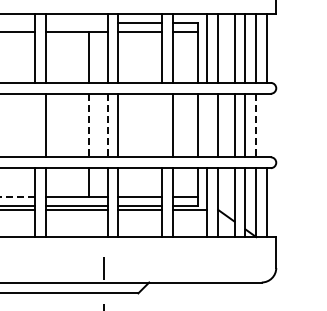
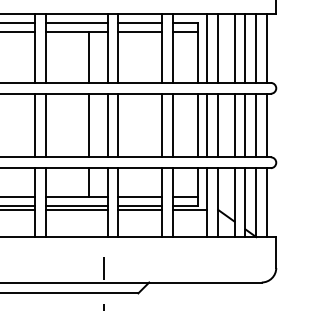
line at (18, 23): none -> present
line at (76, 23): none -> present
line at (34, 125): none -> present
line at (89, 125): dashed -> solid
line at (107, 125): dashed -> solid
line at (161, 125): none -> present
line at (207, 125): none -> present
line at (256, 125): dashed -> solid
line at (267, 125): none -> present
line at (17, 197): dashed -> solid
